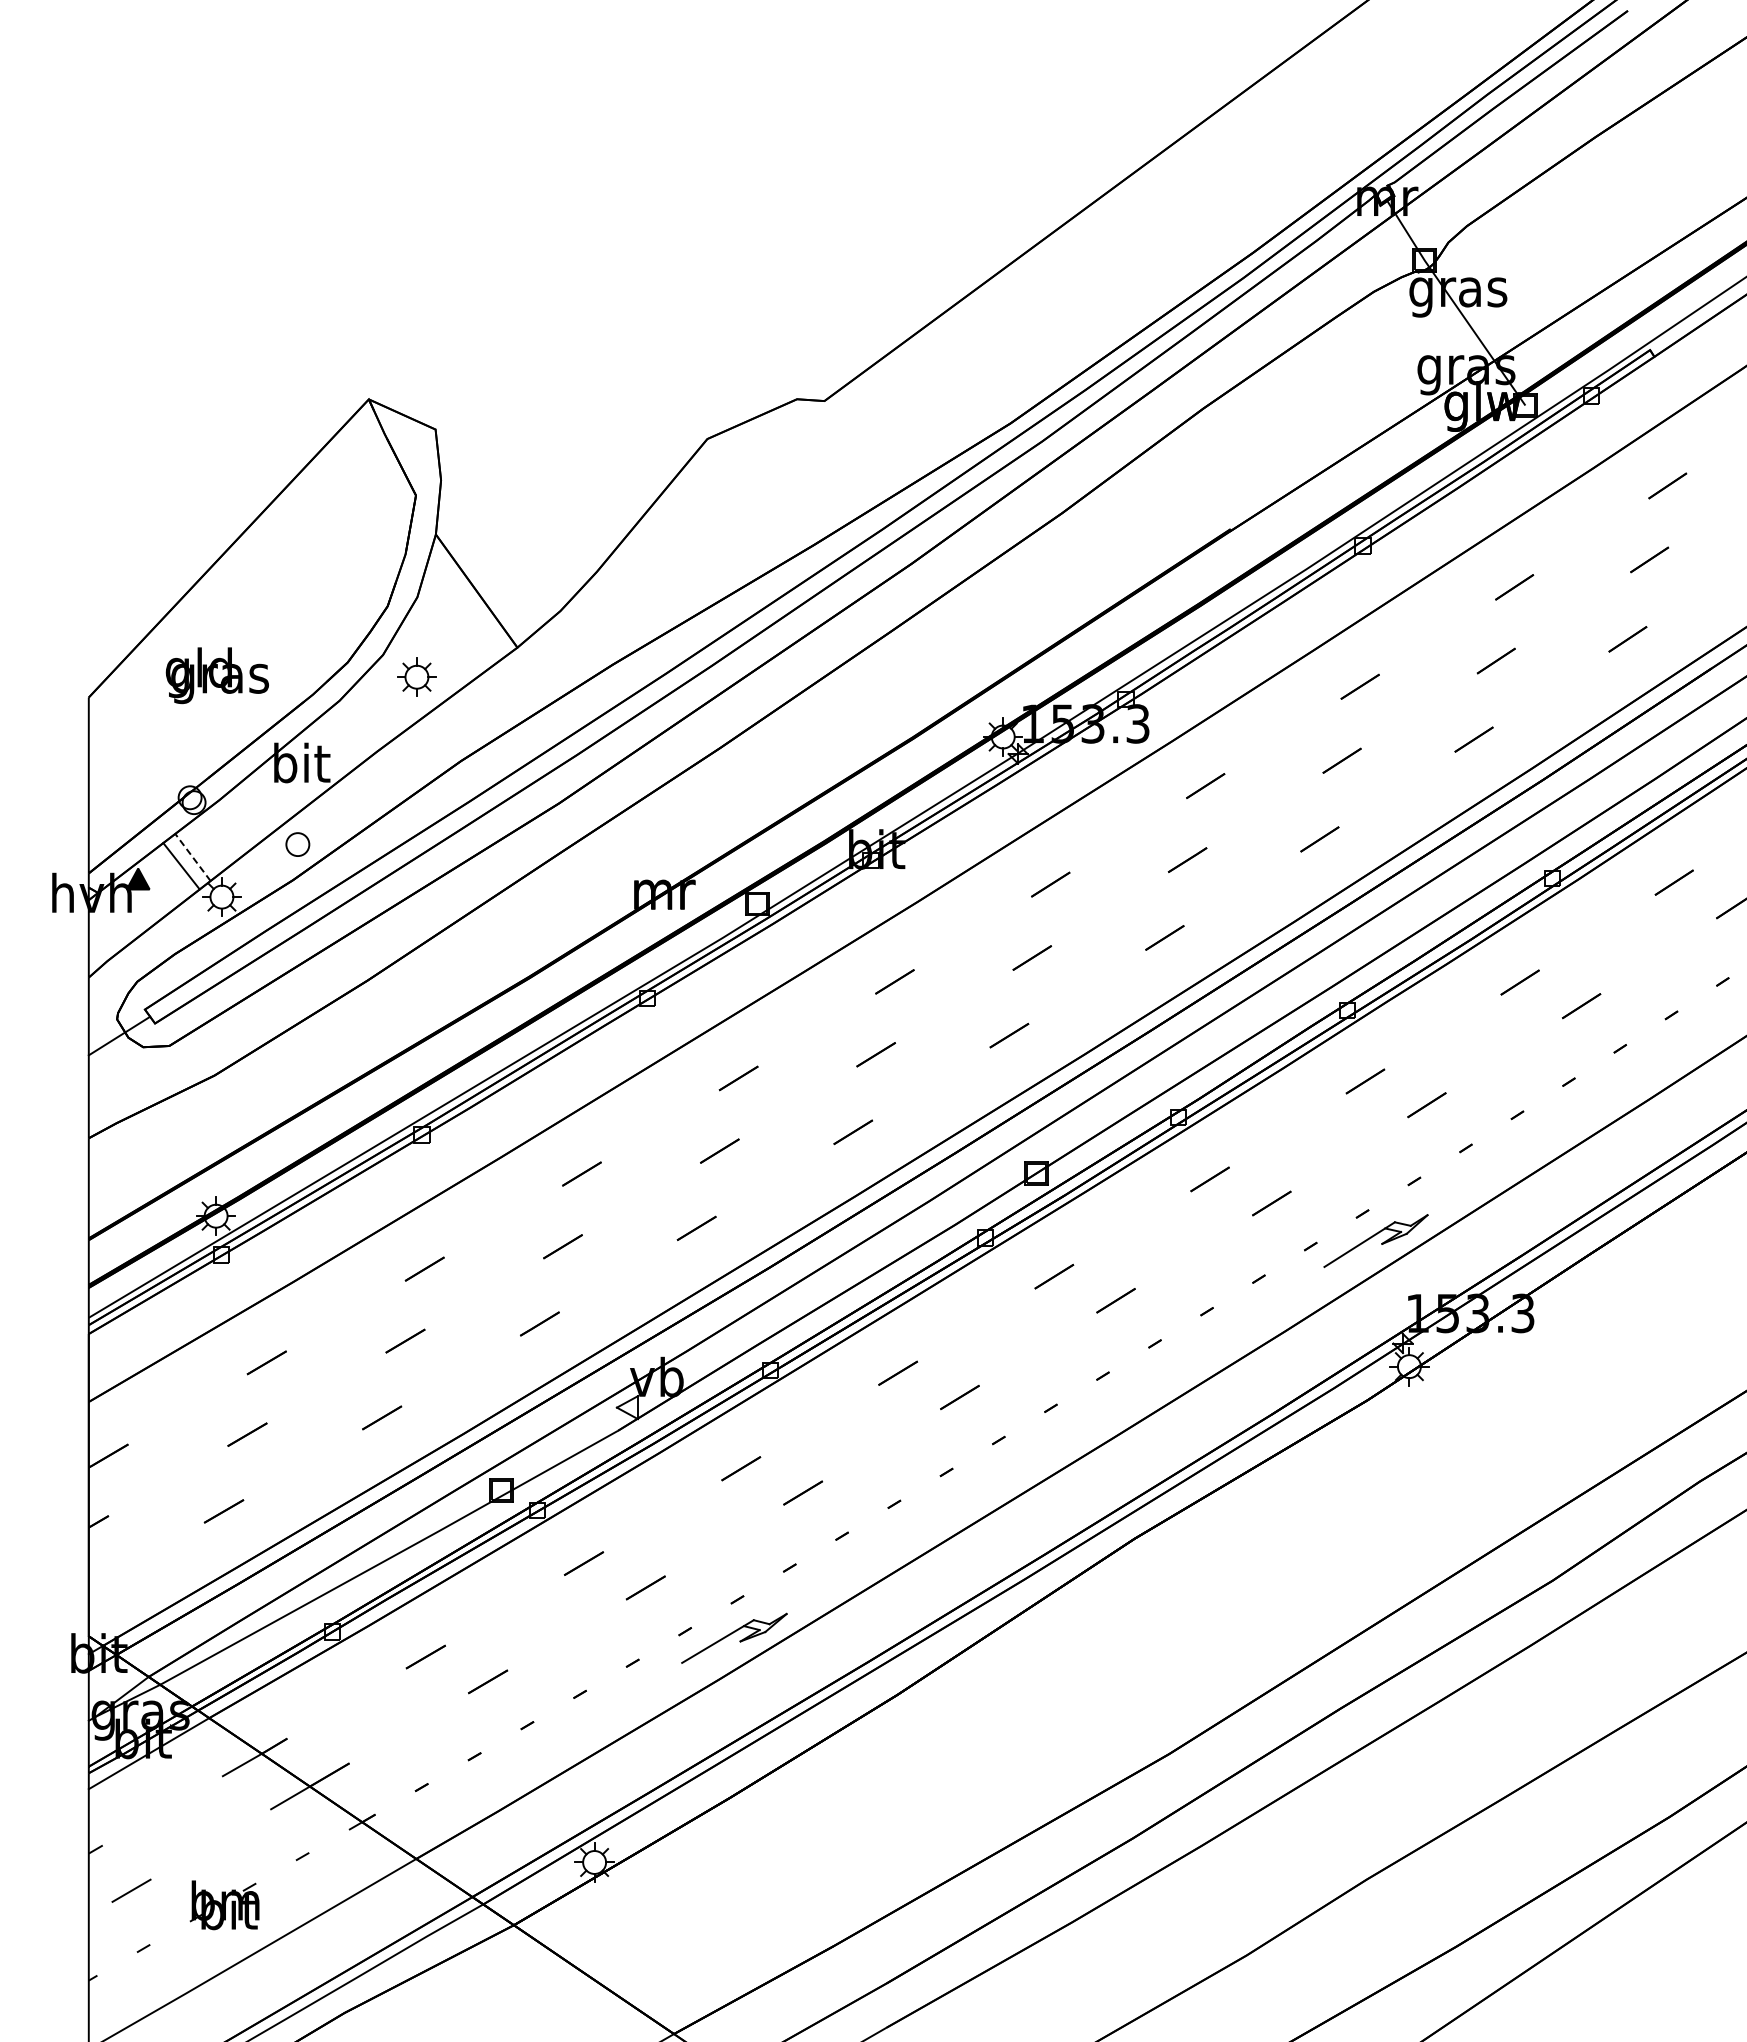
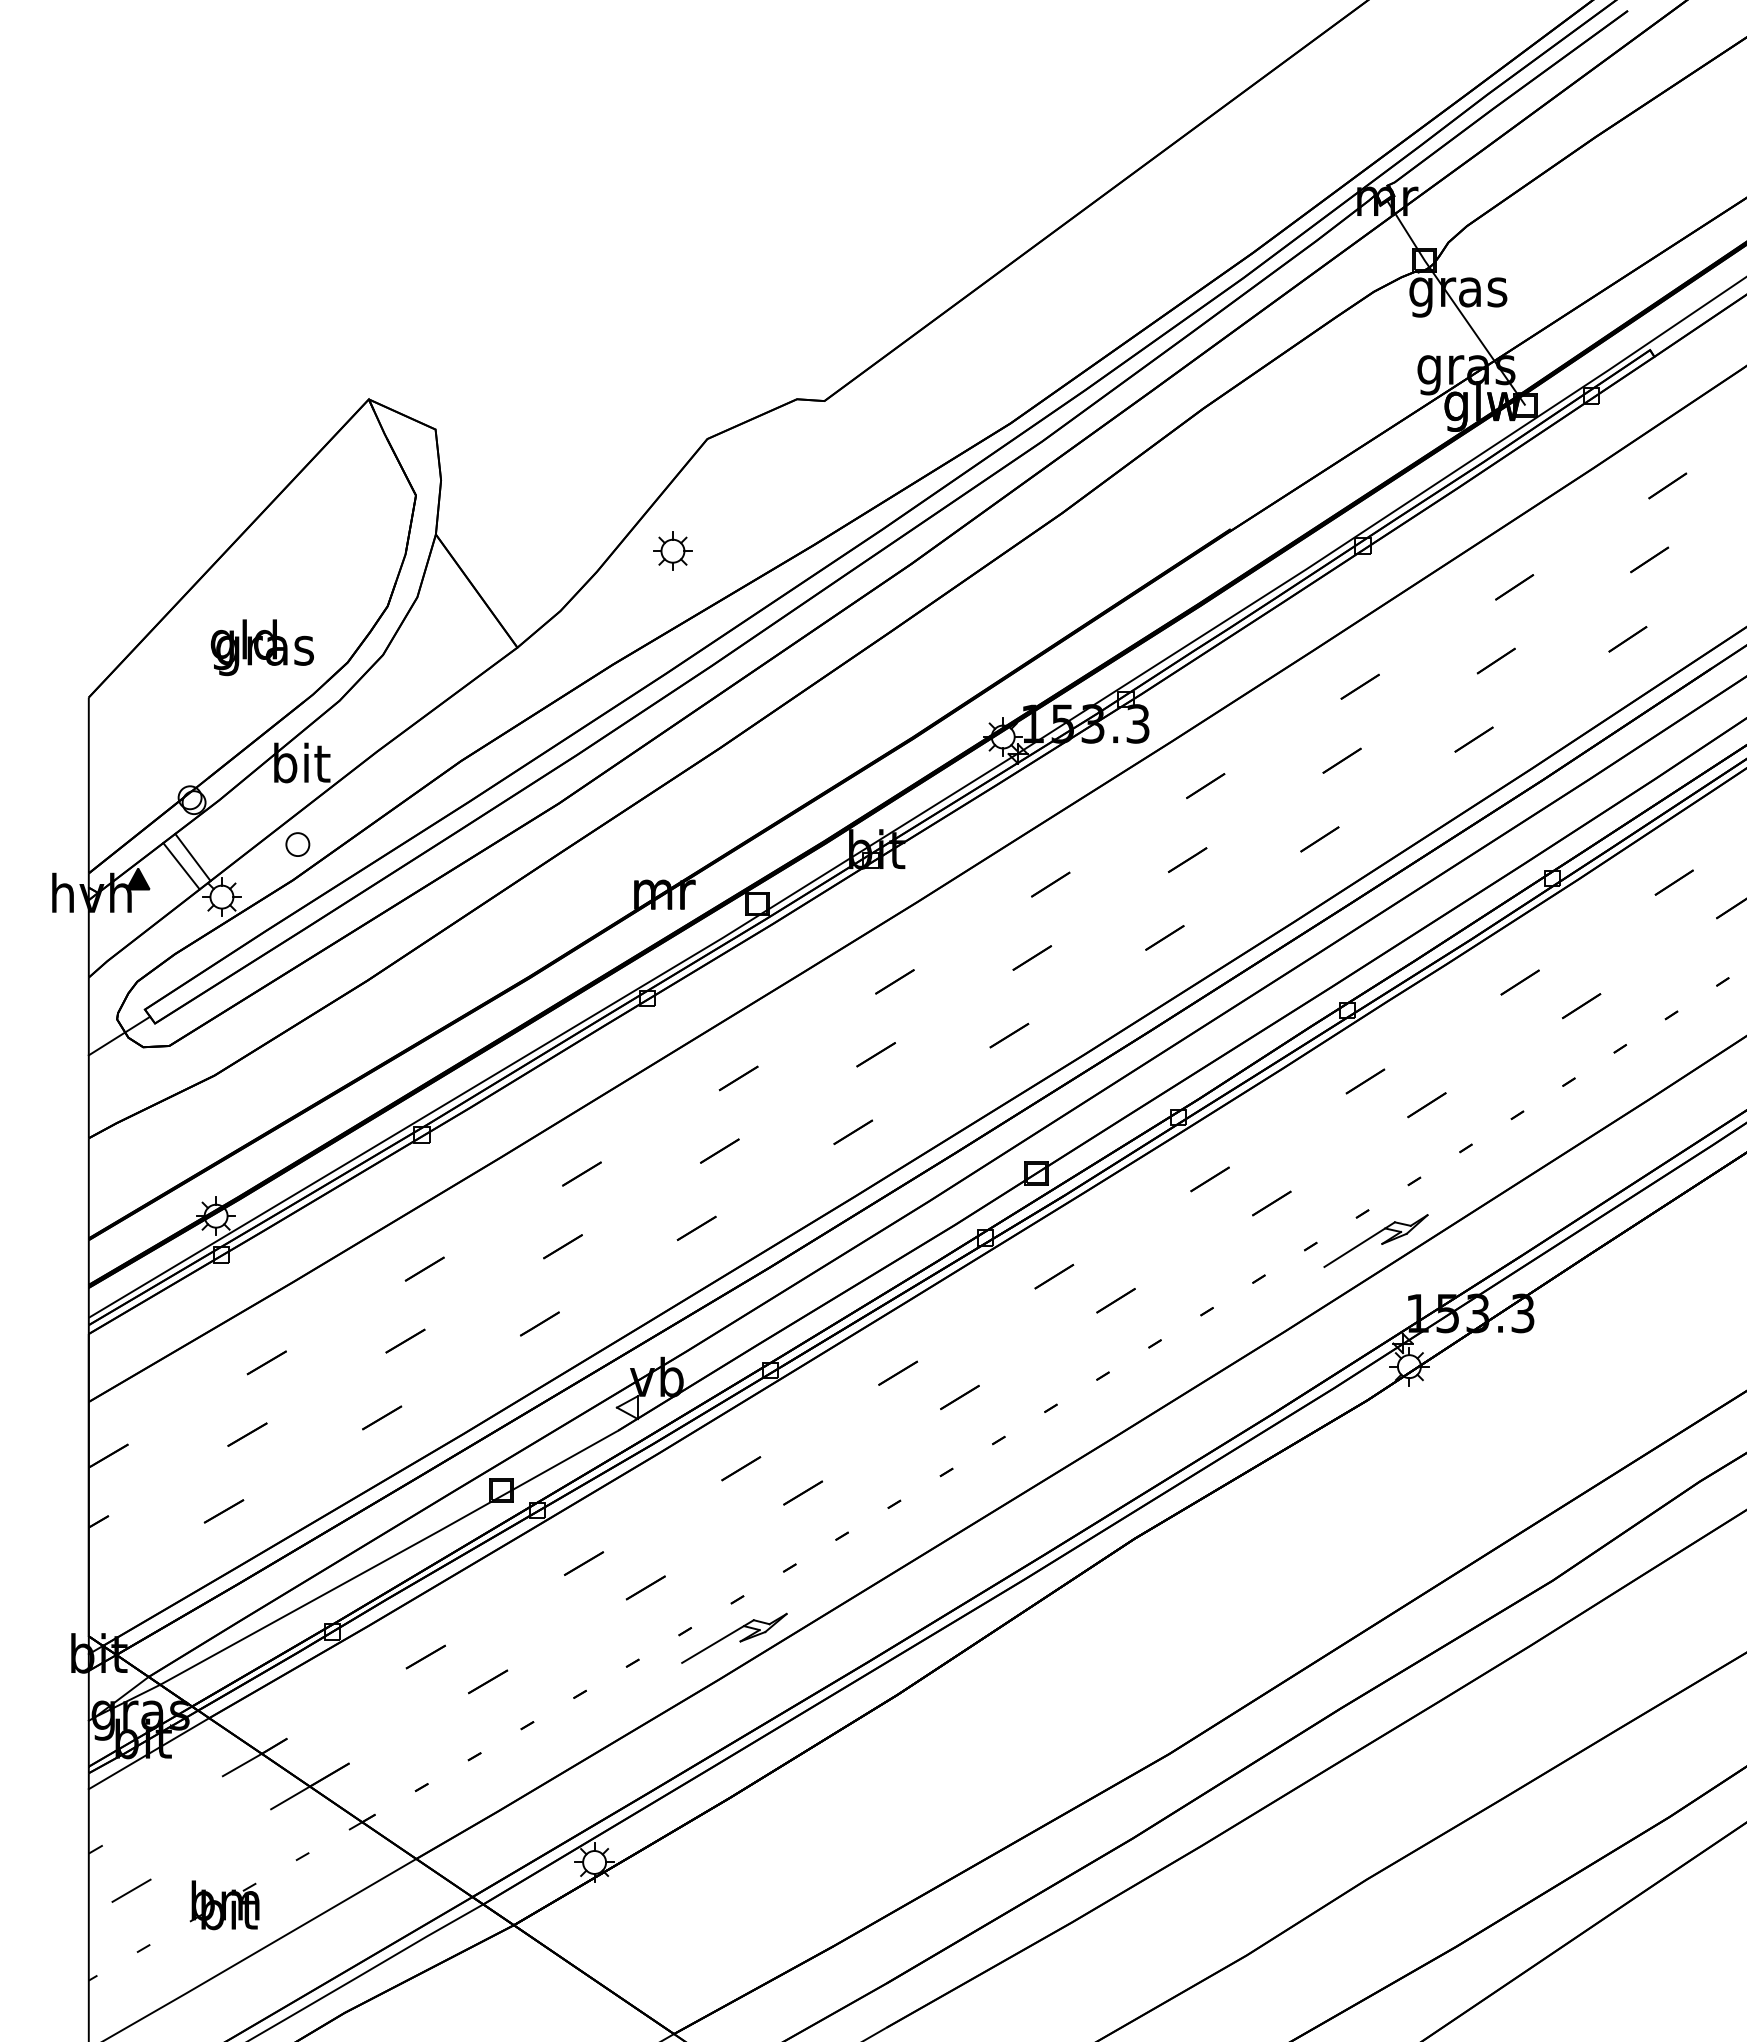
text at (216, 675) position: (216, 675) -> (261, 647)
part at (416, 676) position: (416, 676) -> (672, 550)
line at (192, 857): dashed -> solid
